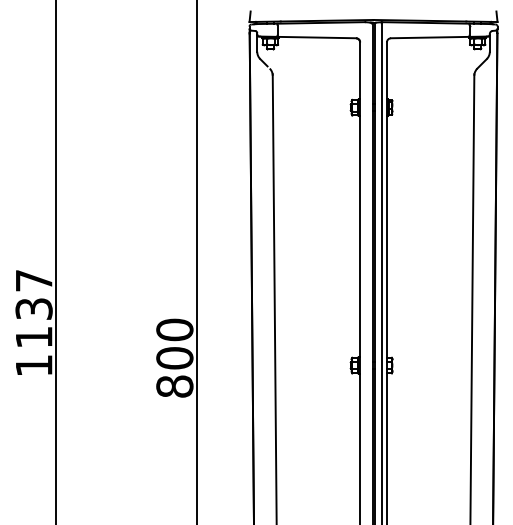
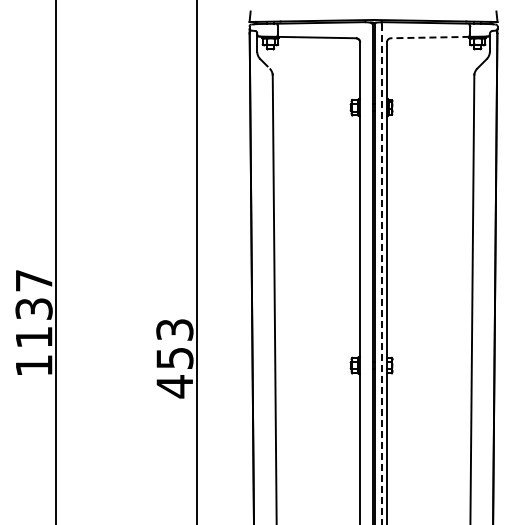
line at (429, 37): solid -> dashed
line at (381, 275): solid -> dashed
text at (174, 358): 800 -> 453
